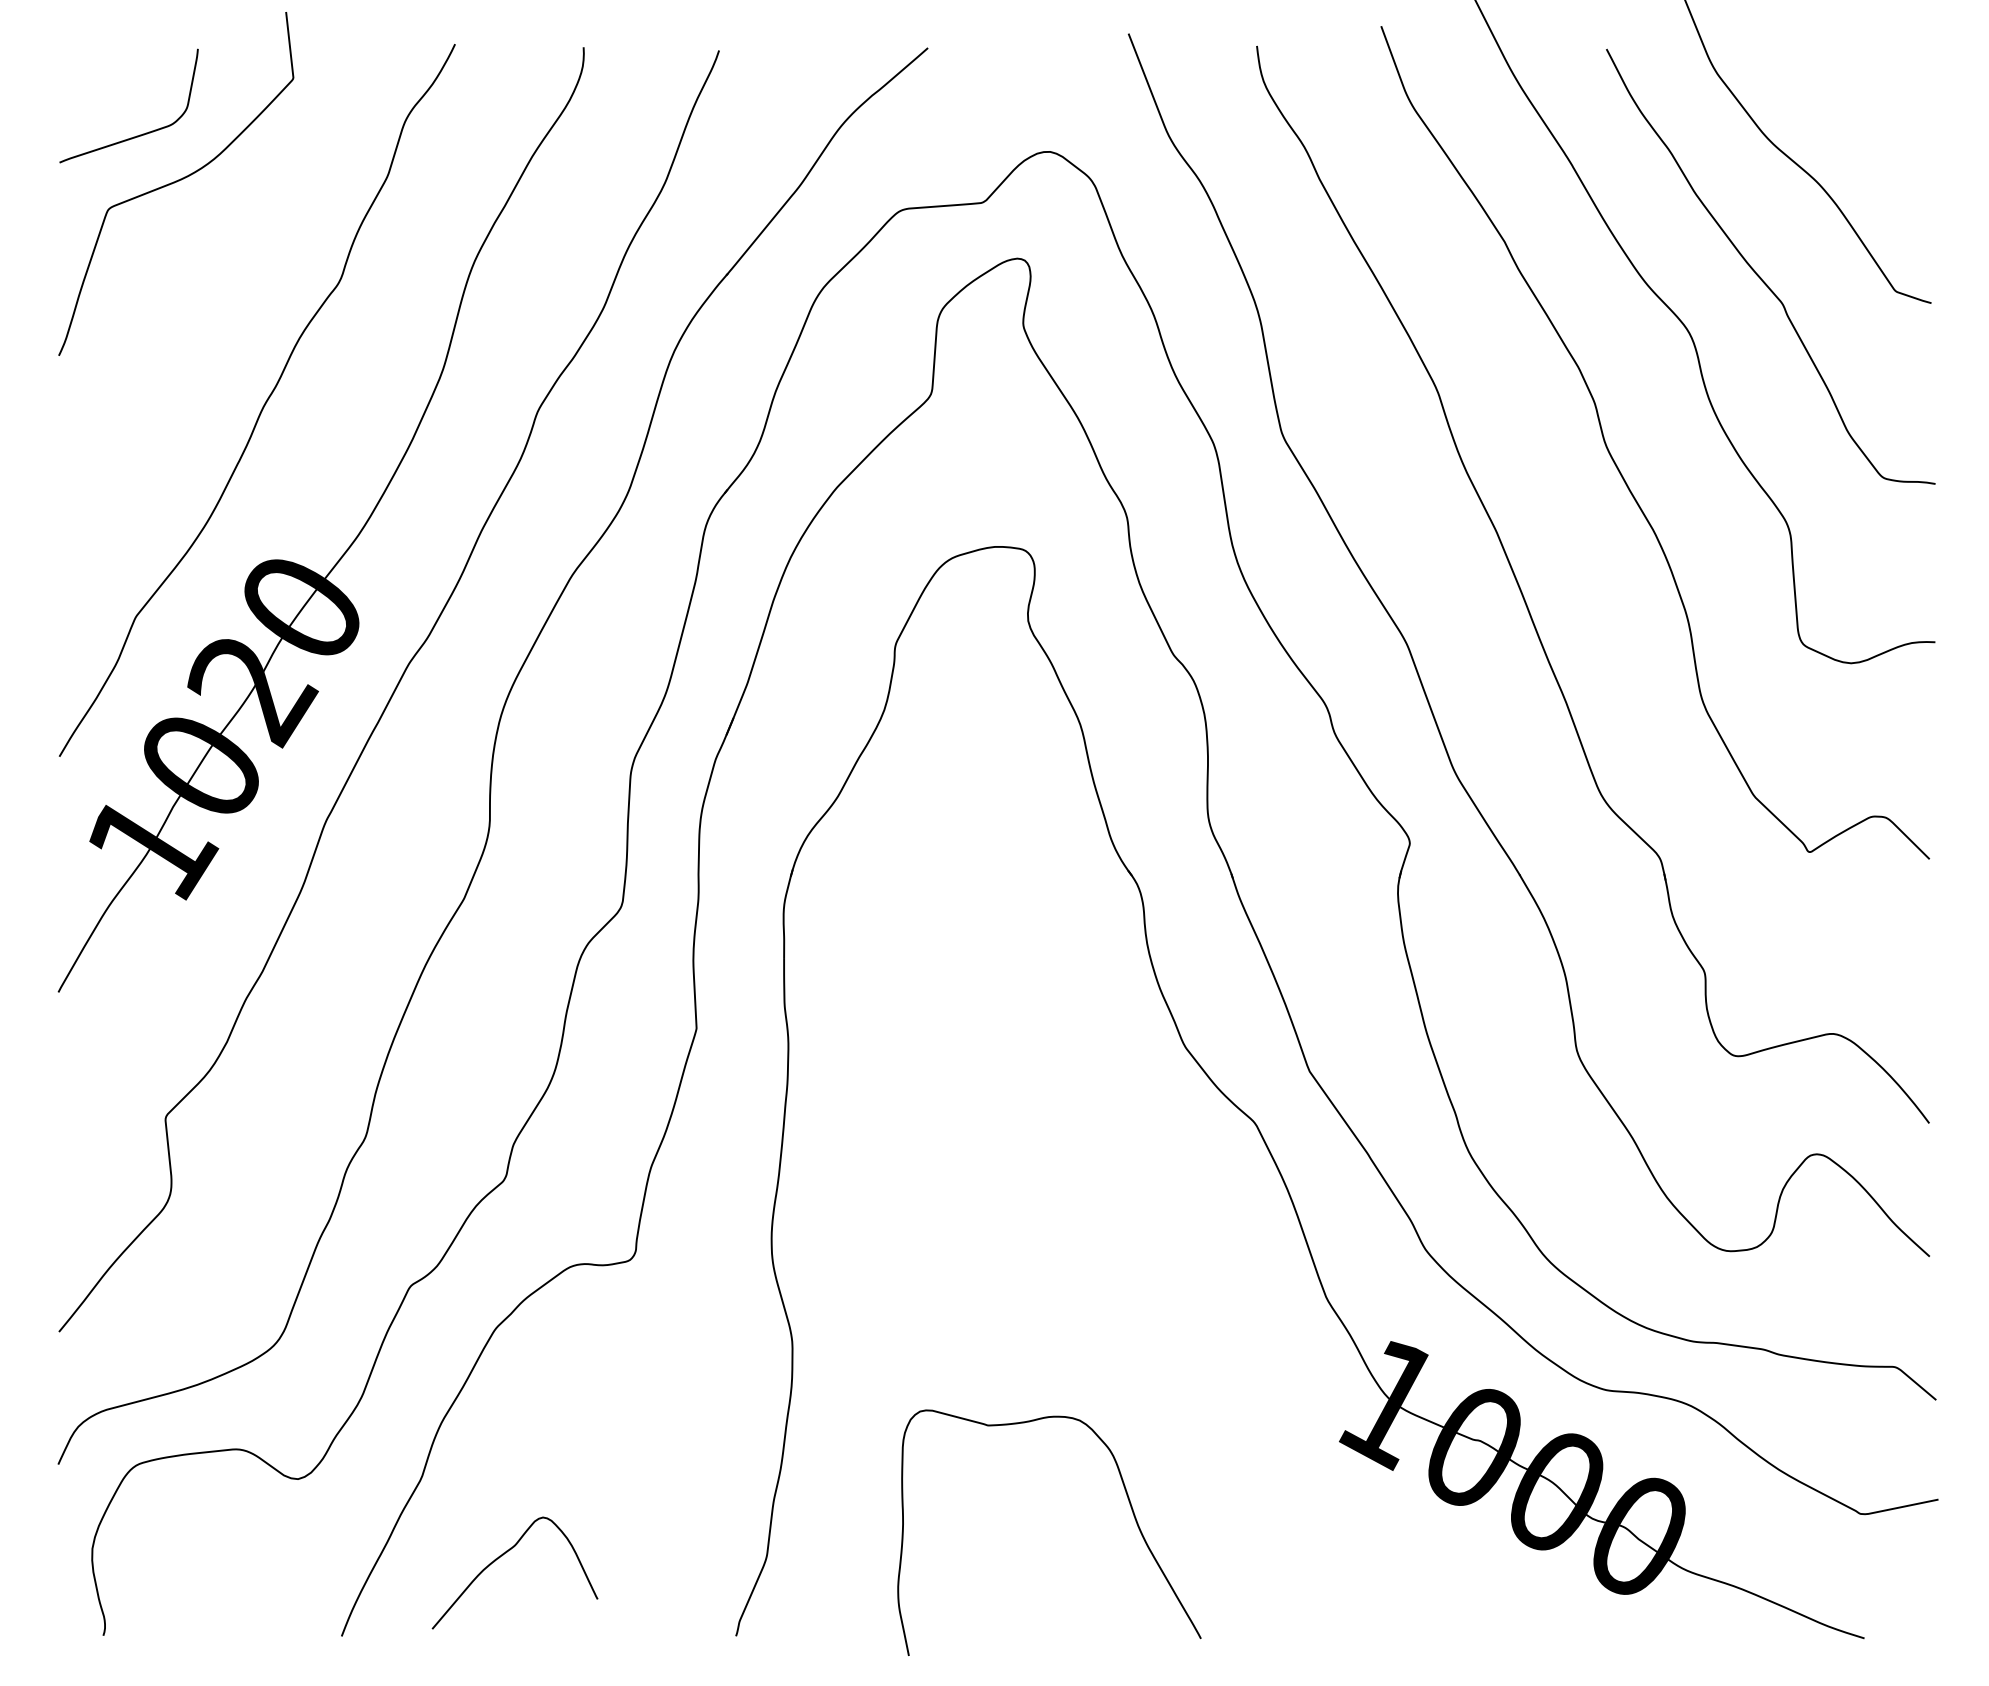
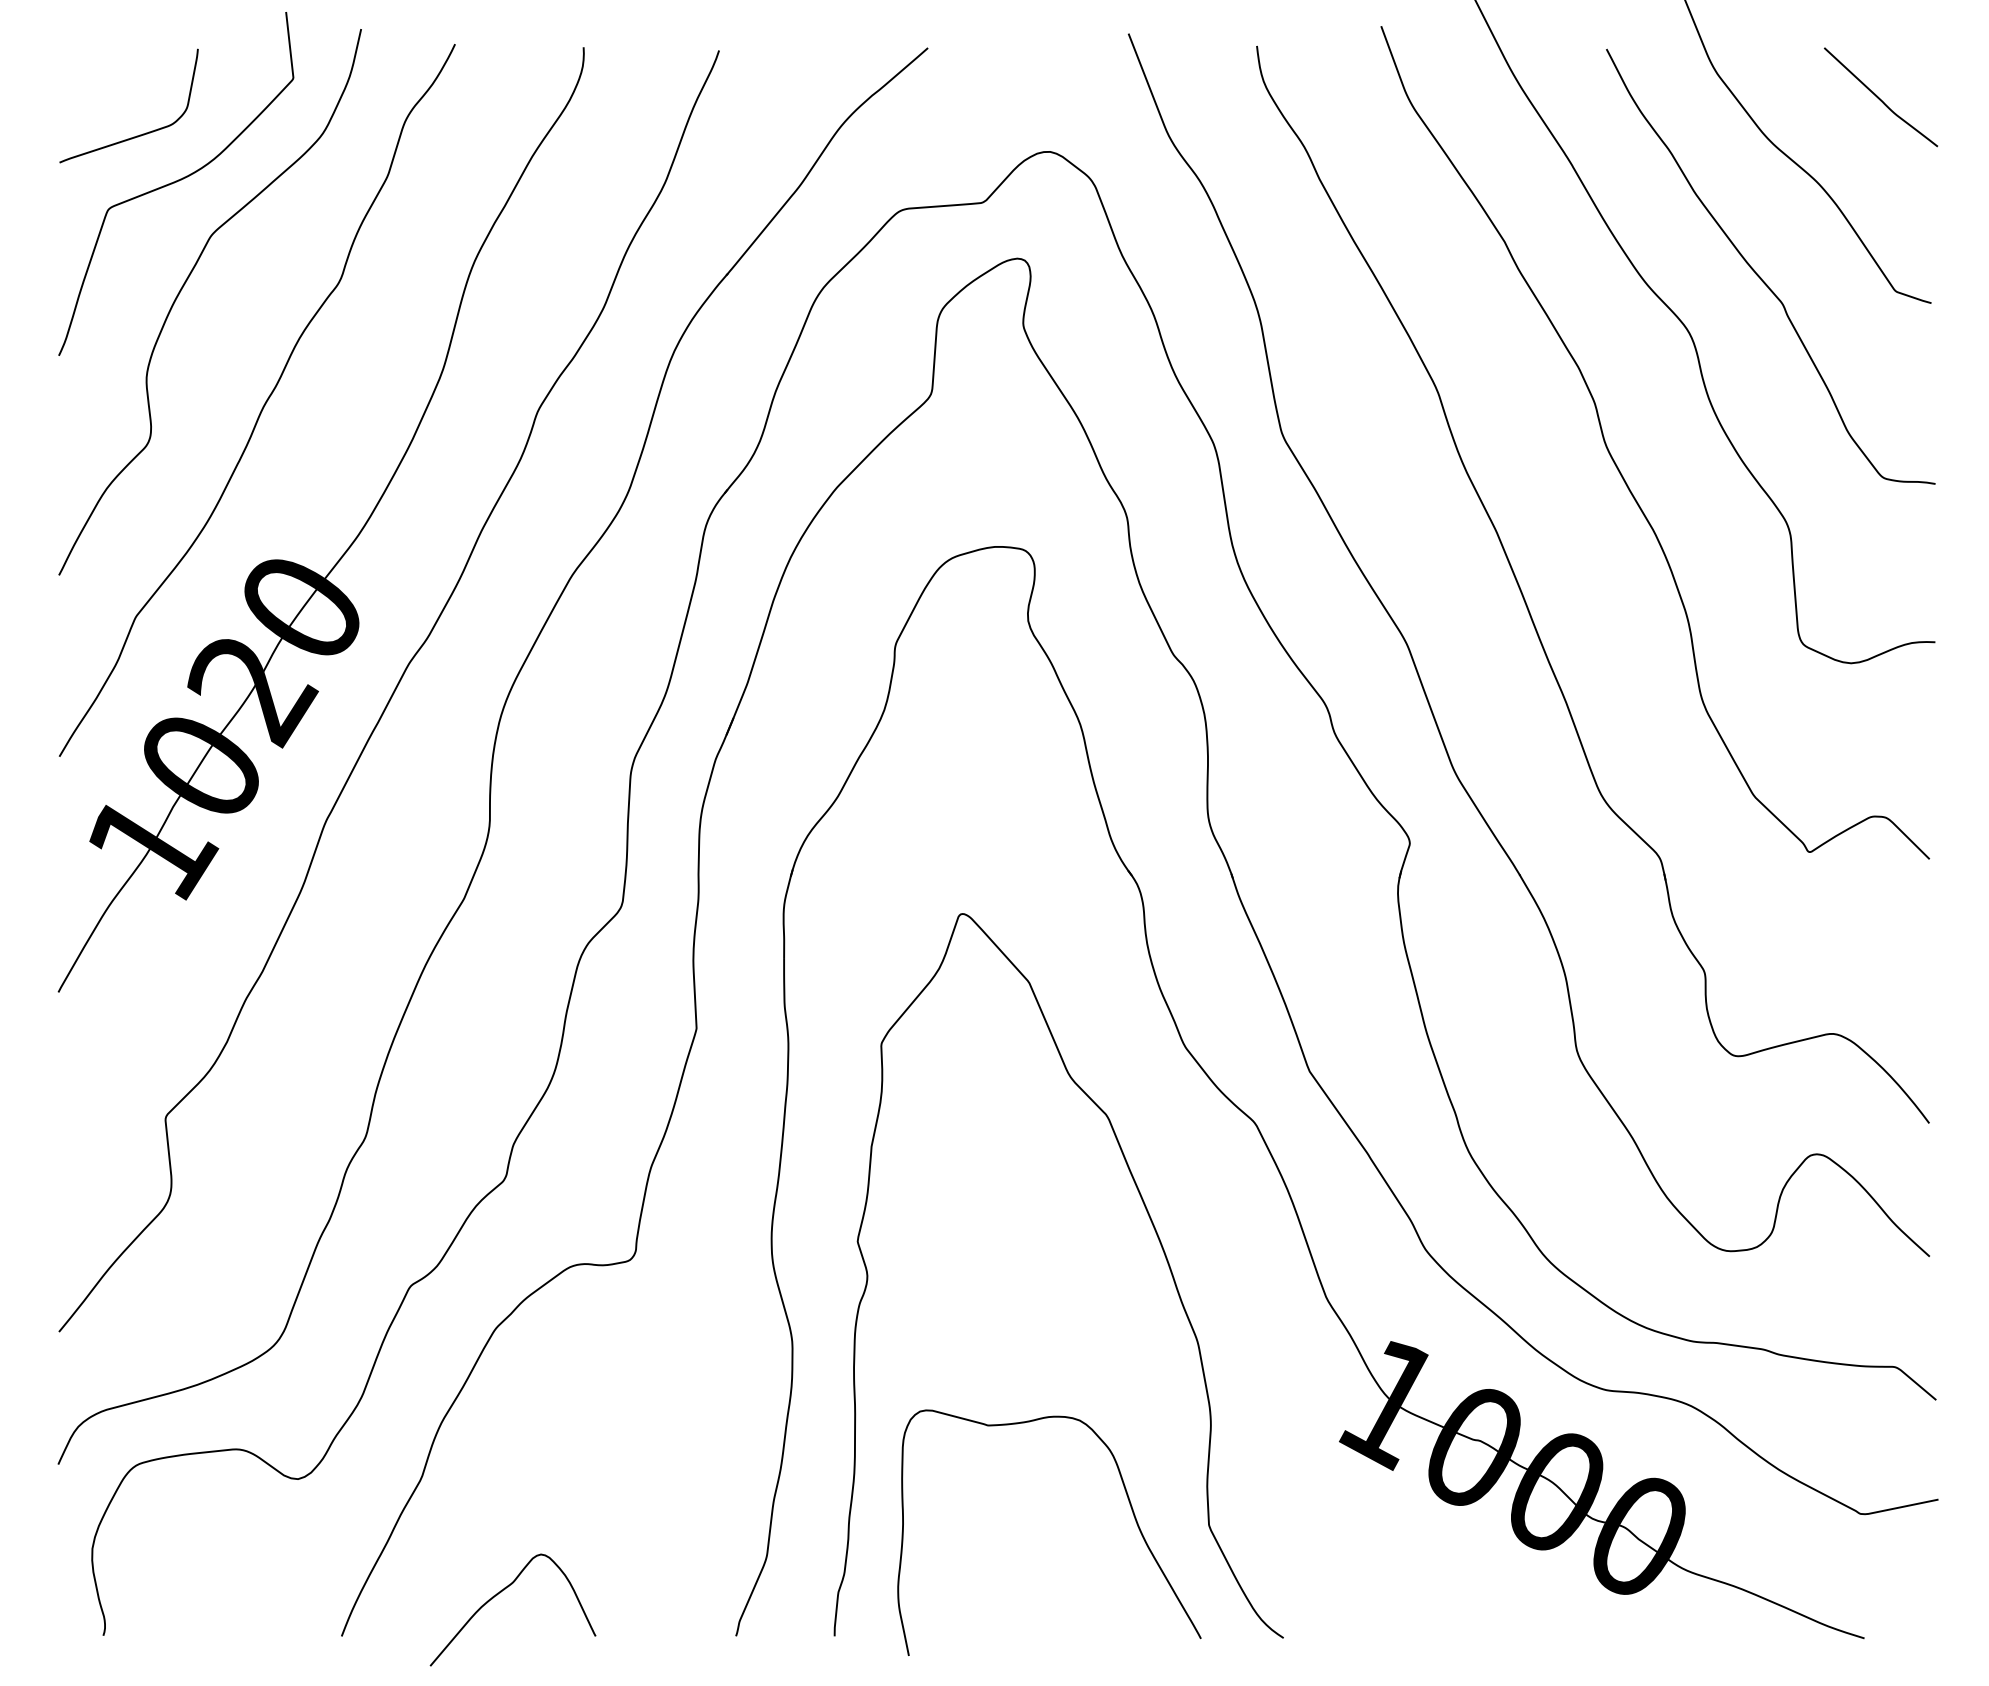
curve at (1879, 97): none -> present
curve at (182, 289): none -> present
curve at (1155, 1233): none -> present
curve at (502, 1556) position: (502, 1556) -> (500, 1593)
